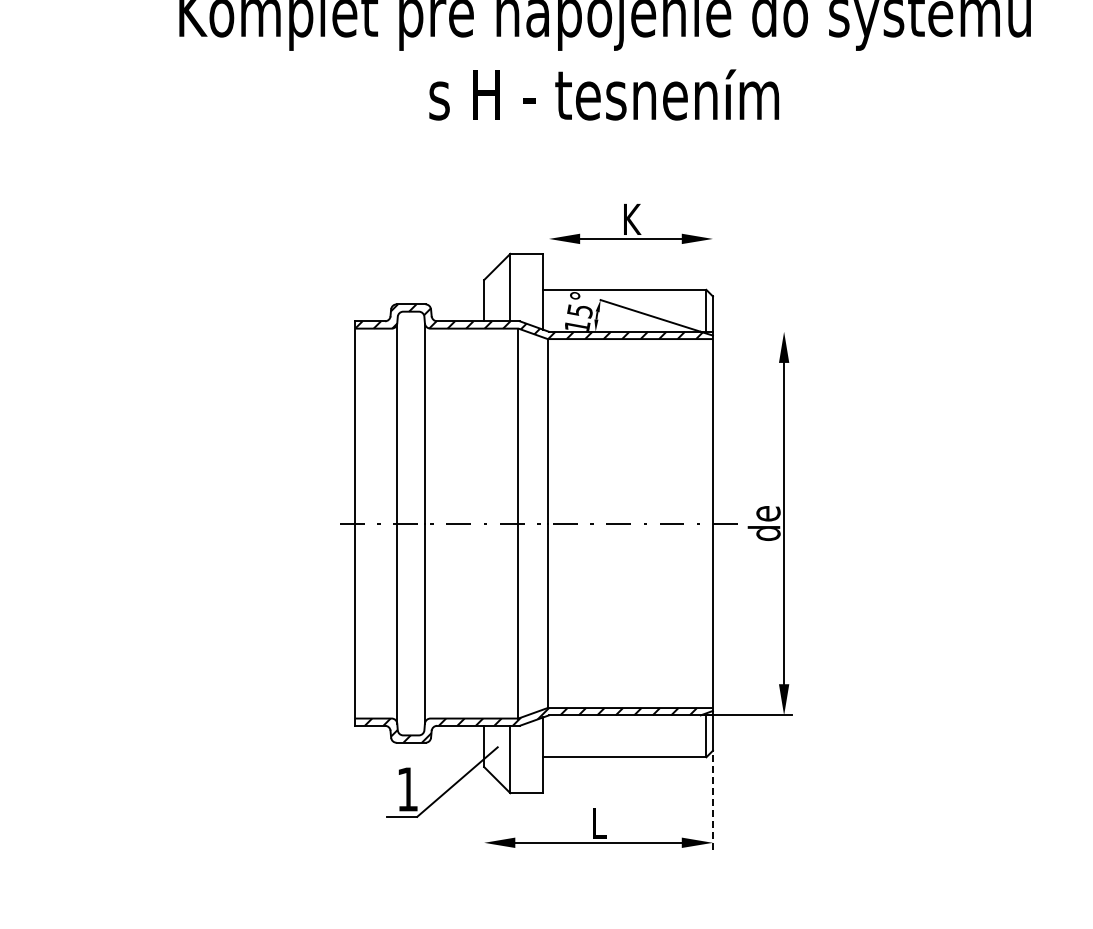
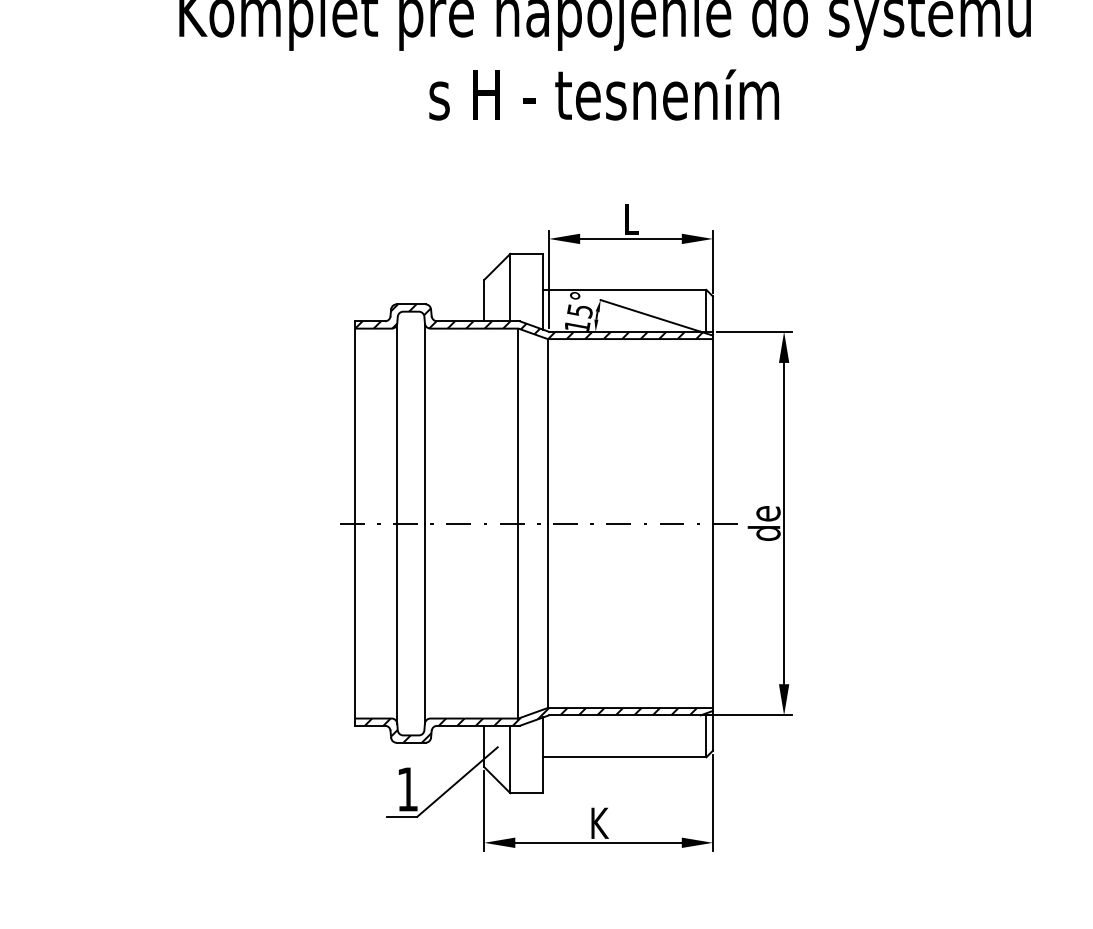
text at (632, 218): K -> L
line at (712, 261): none -> present
line at (548, 279): none -> present
line at (753, 331): none -> present
line at (712, 803): dashed -> solid
line at (484, 810): none -> present
text at (599, 822): L -> K
